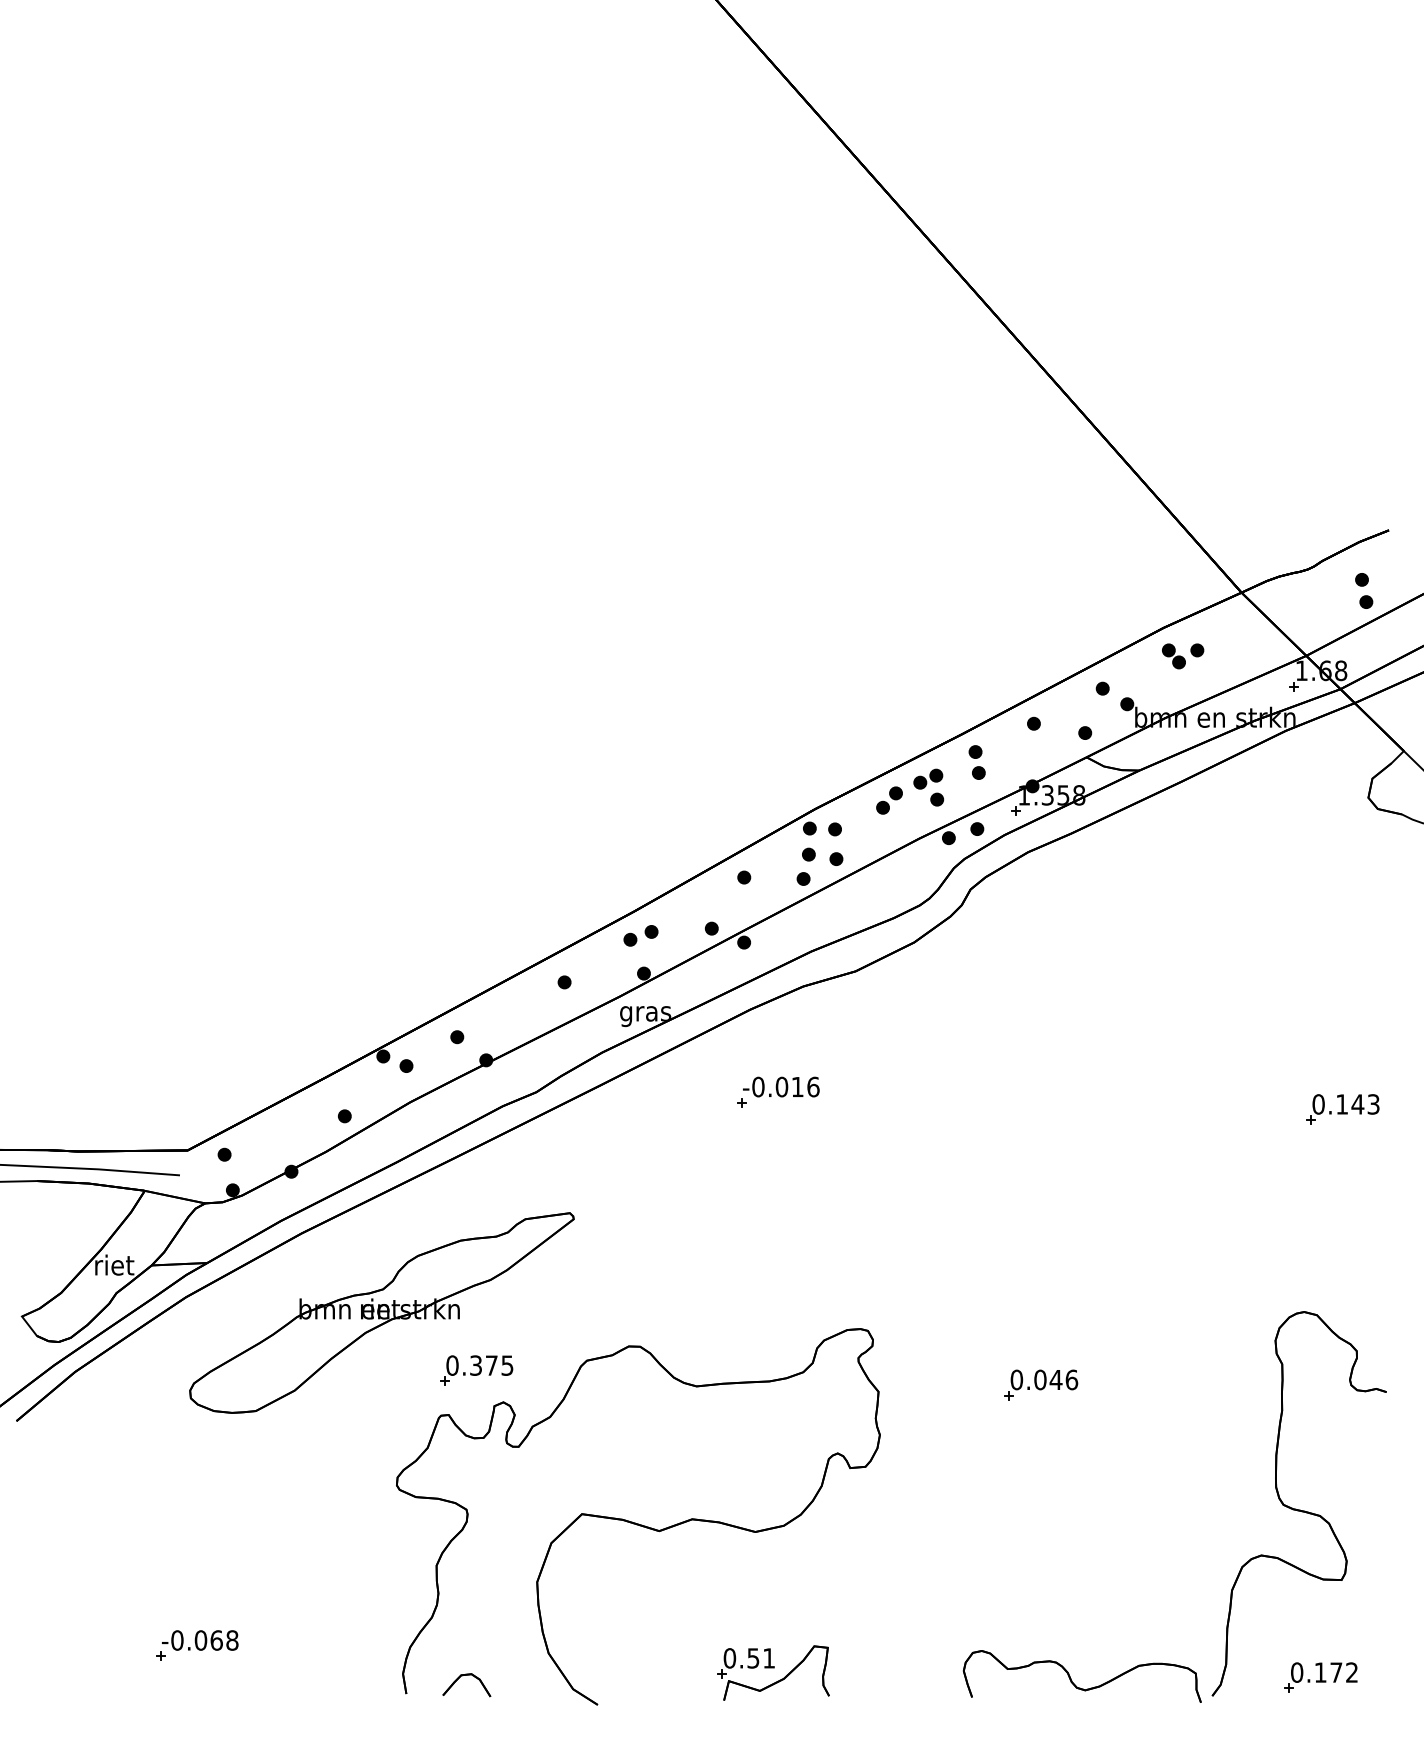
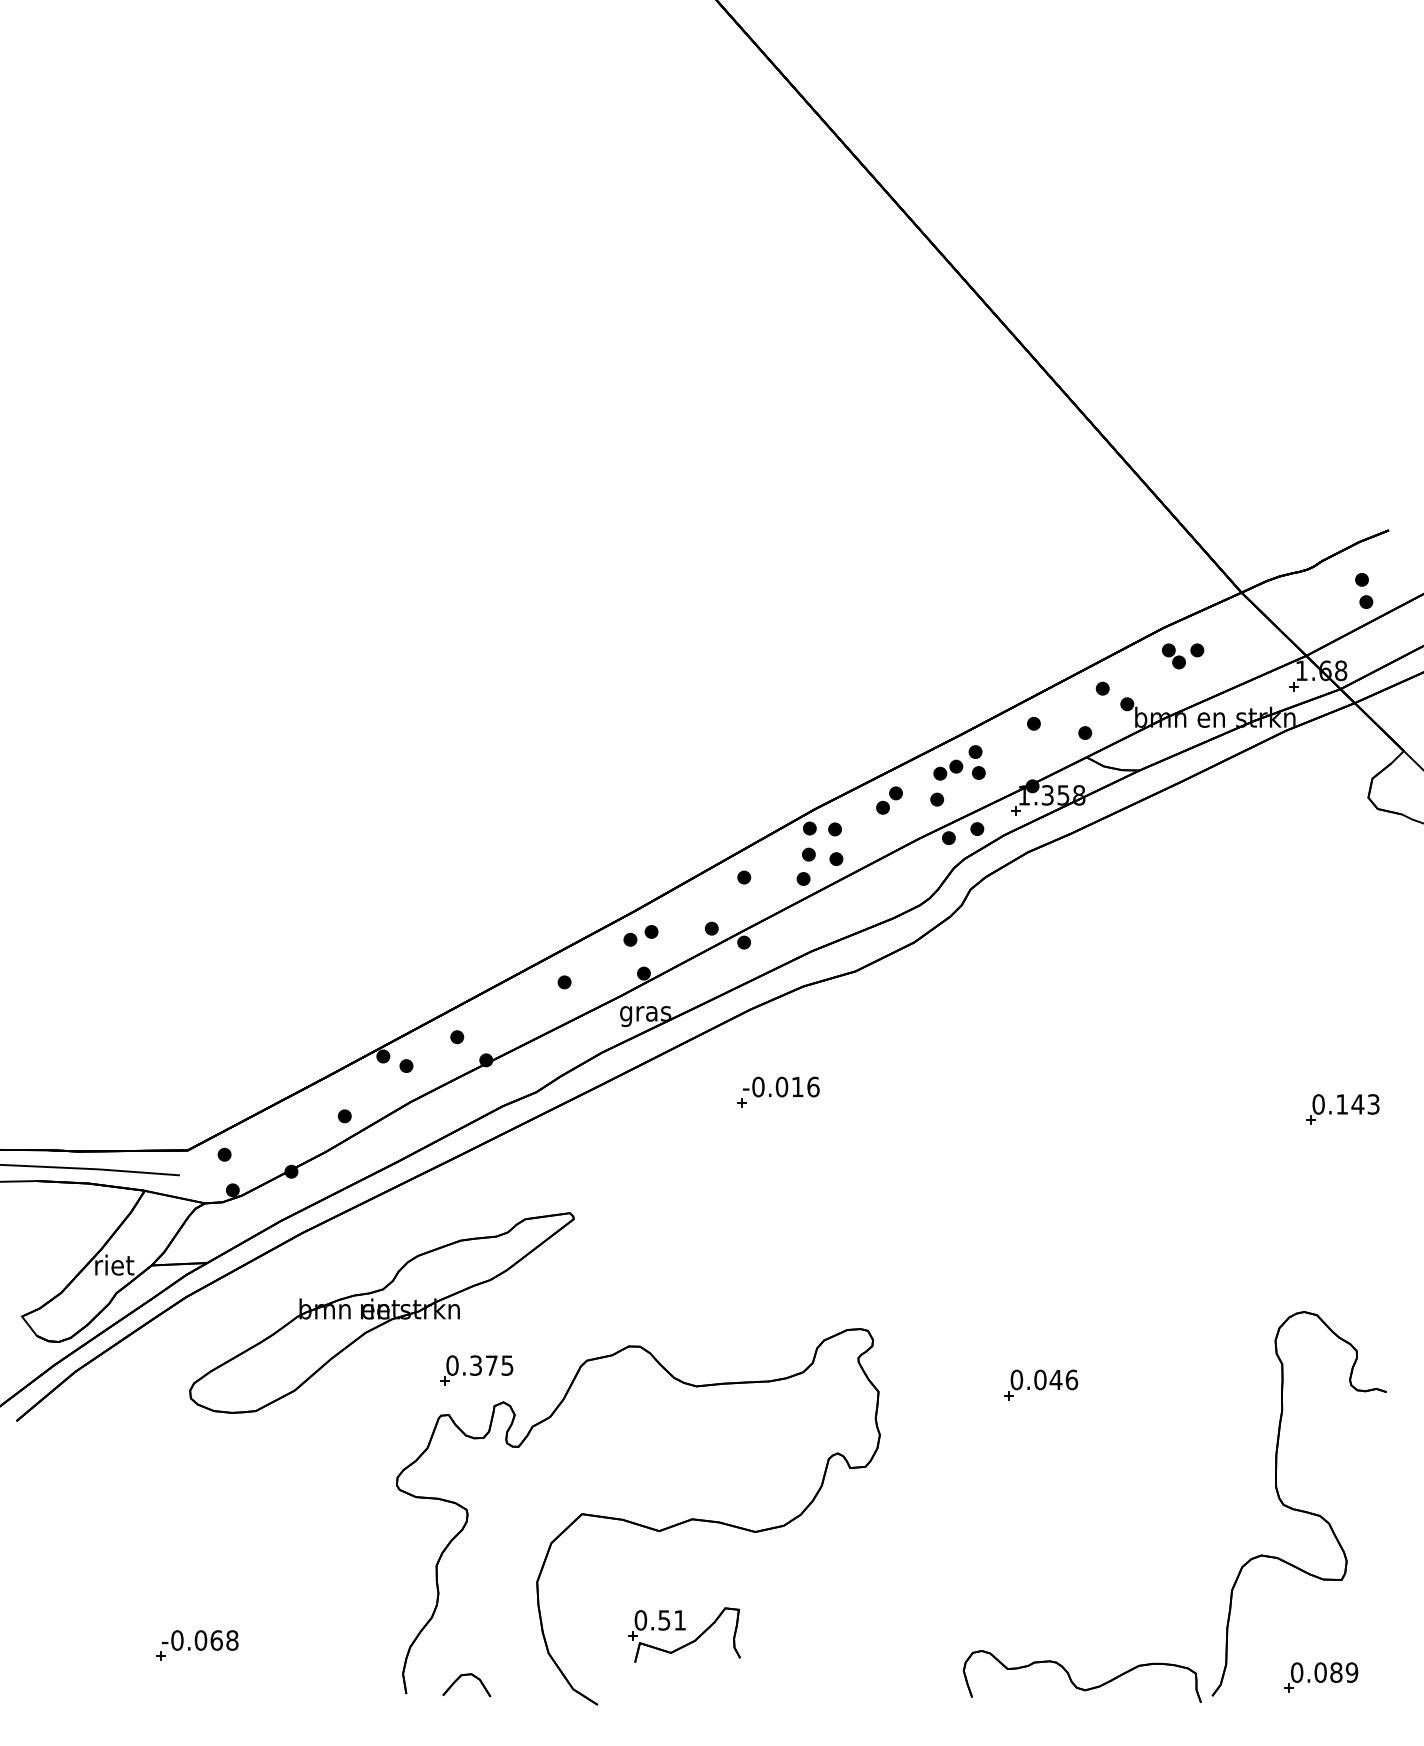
part at (928, 778) position: (928, 778) -> (948, 769)
part at (773, 1672) position: (773, 1672) -> (684, 1634)
text at (1336, 1672): 0.172 -> 0.089
